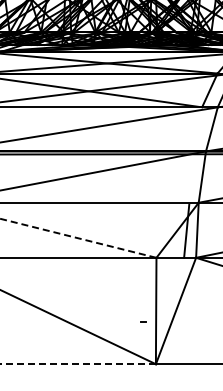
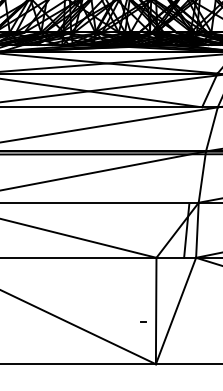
line at (79, 238): dashed -> solid
line at (78, 364): dashed -> solid
